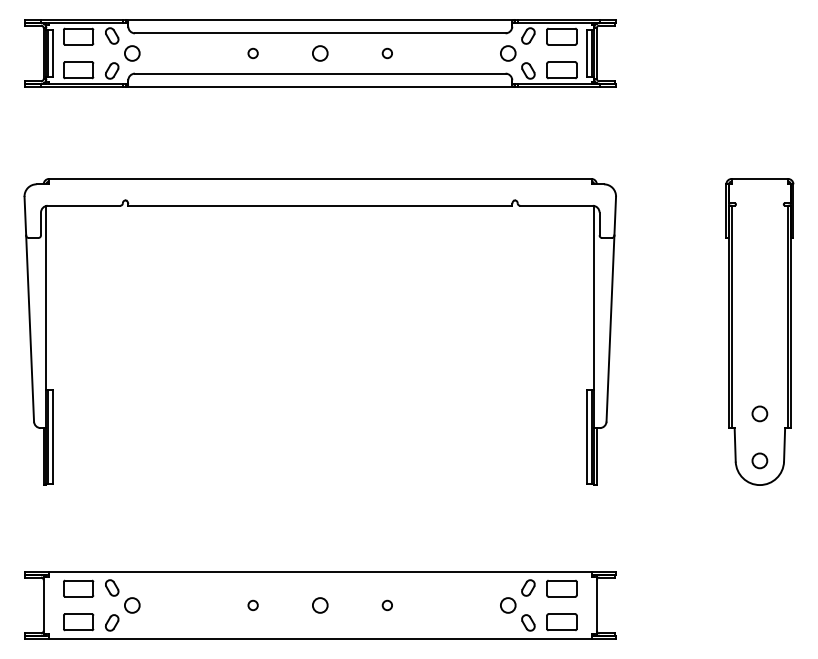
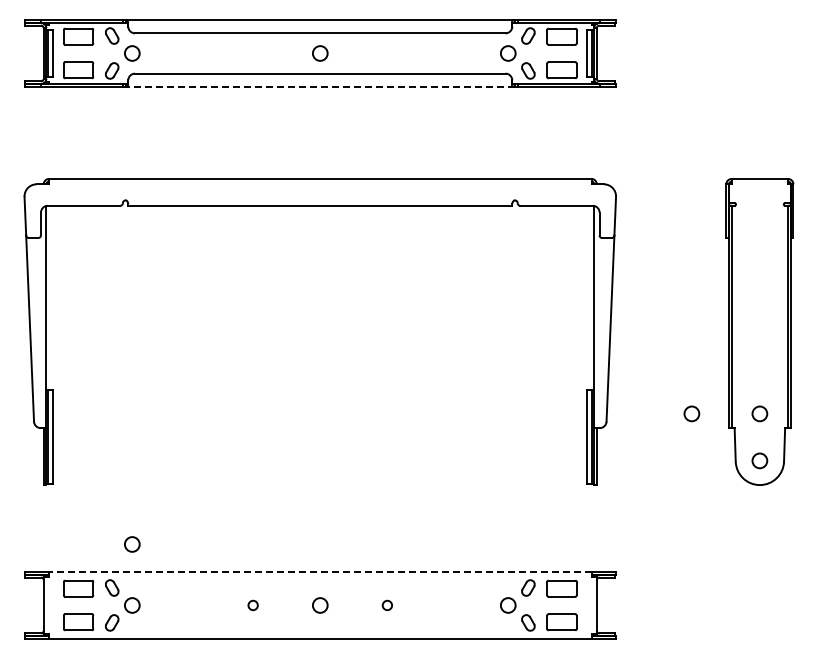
circle at (252, 53): present -> none
circle at (386, 53): present -> none
line at (320, 87): solid -> dashed
circle at (691, 413): none -> present
circle at (132, 544): none -> present
line at (319, 571): solid -> dashed
